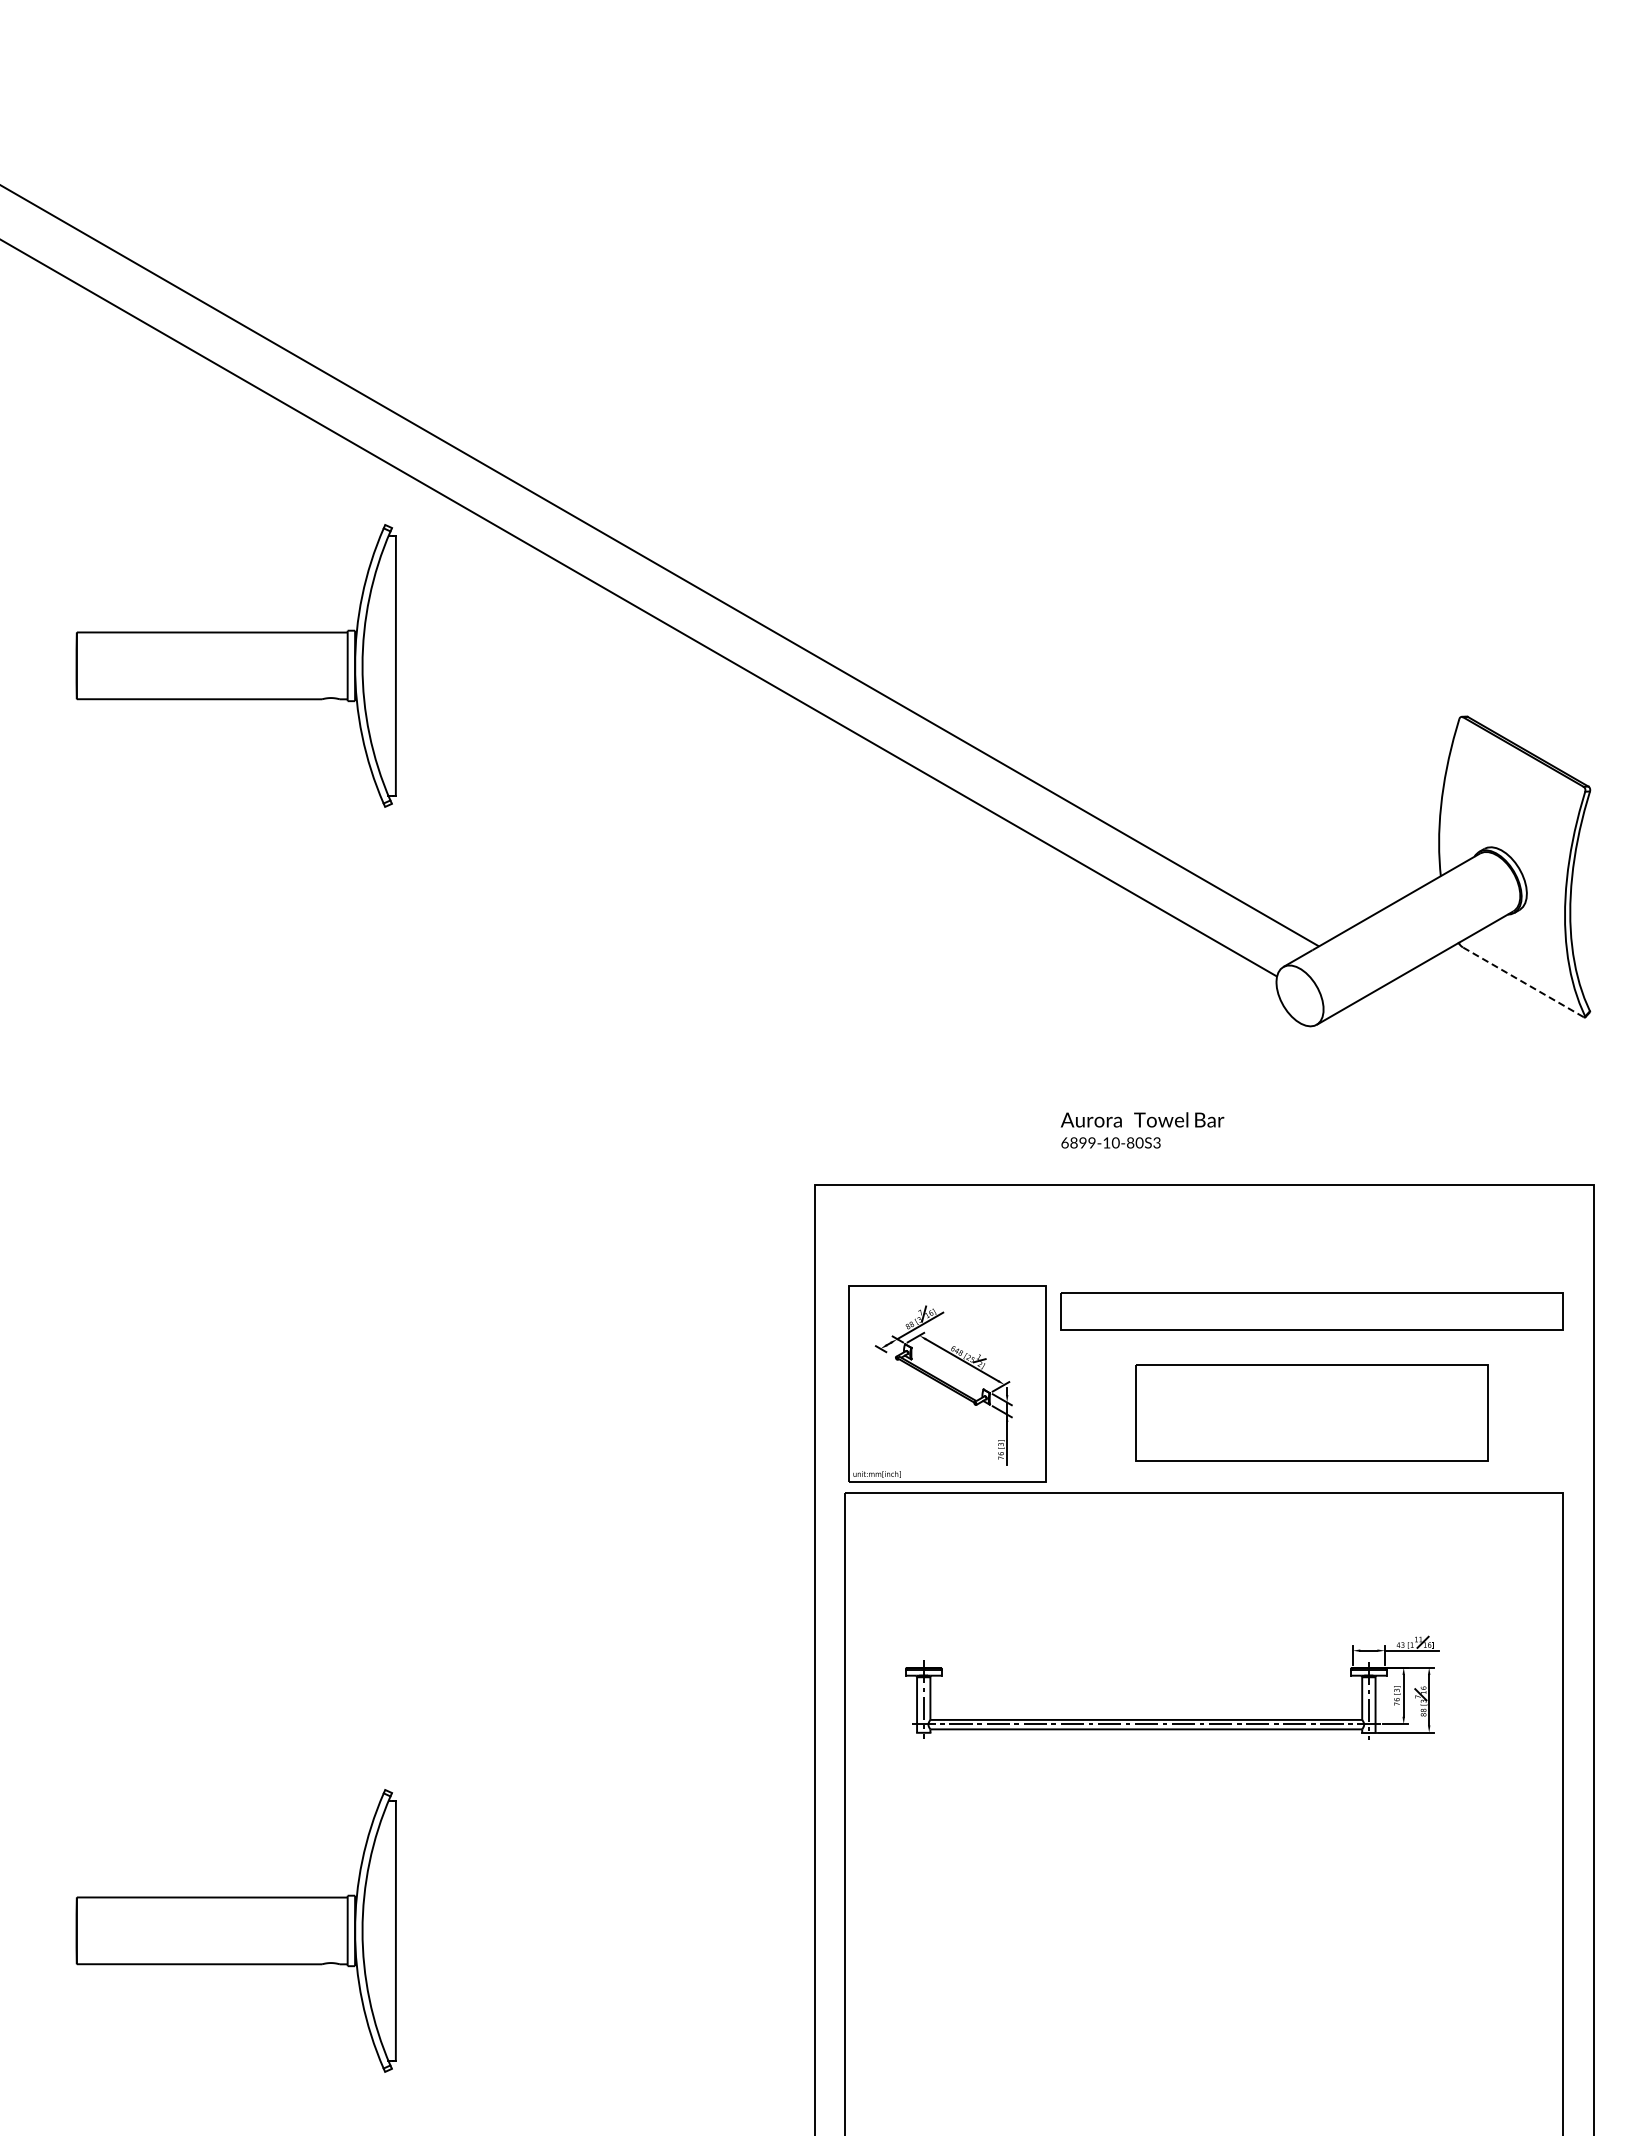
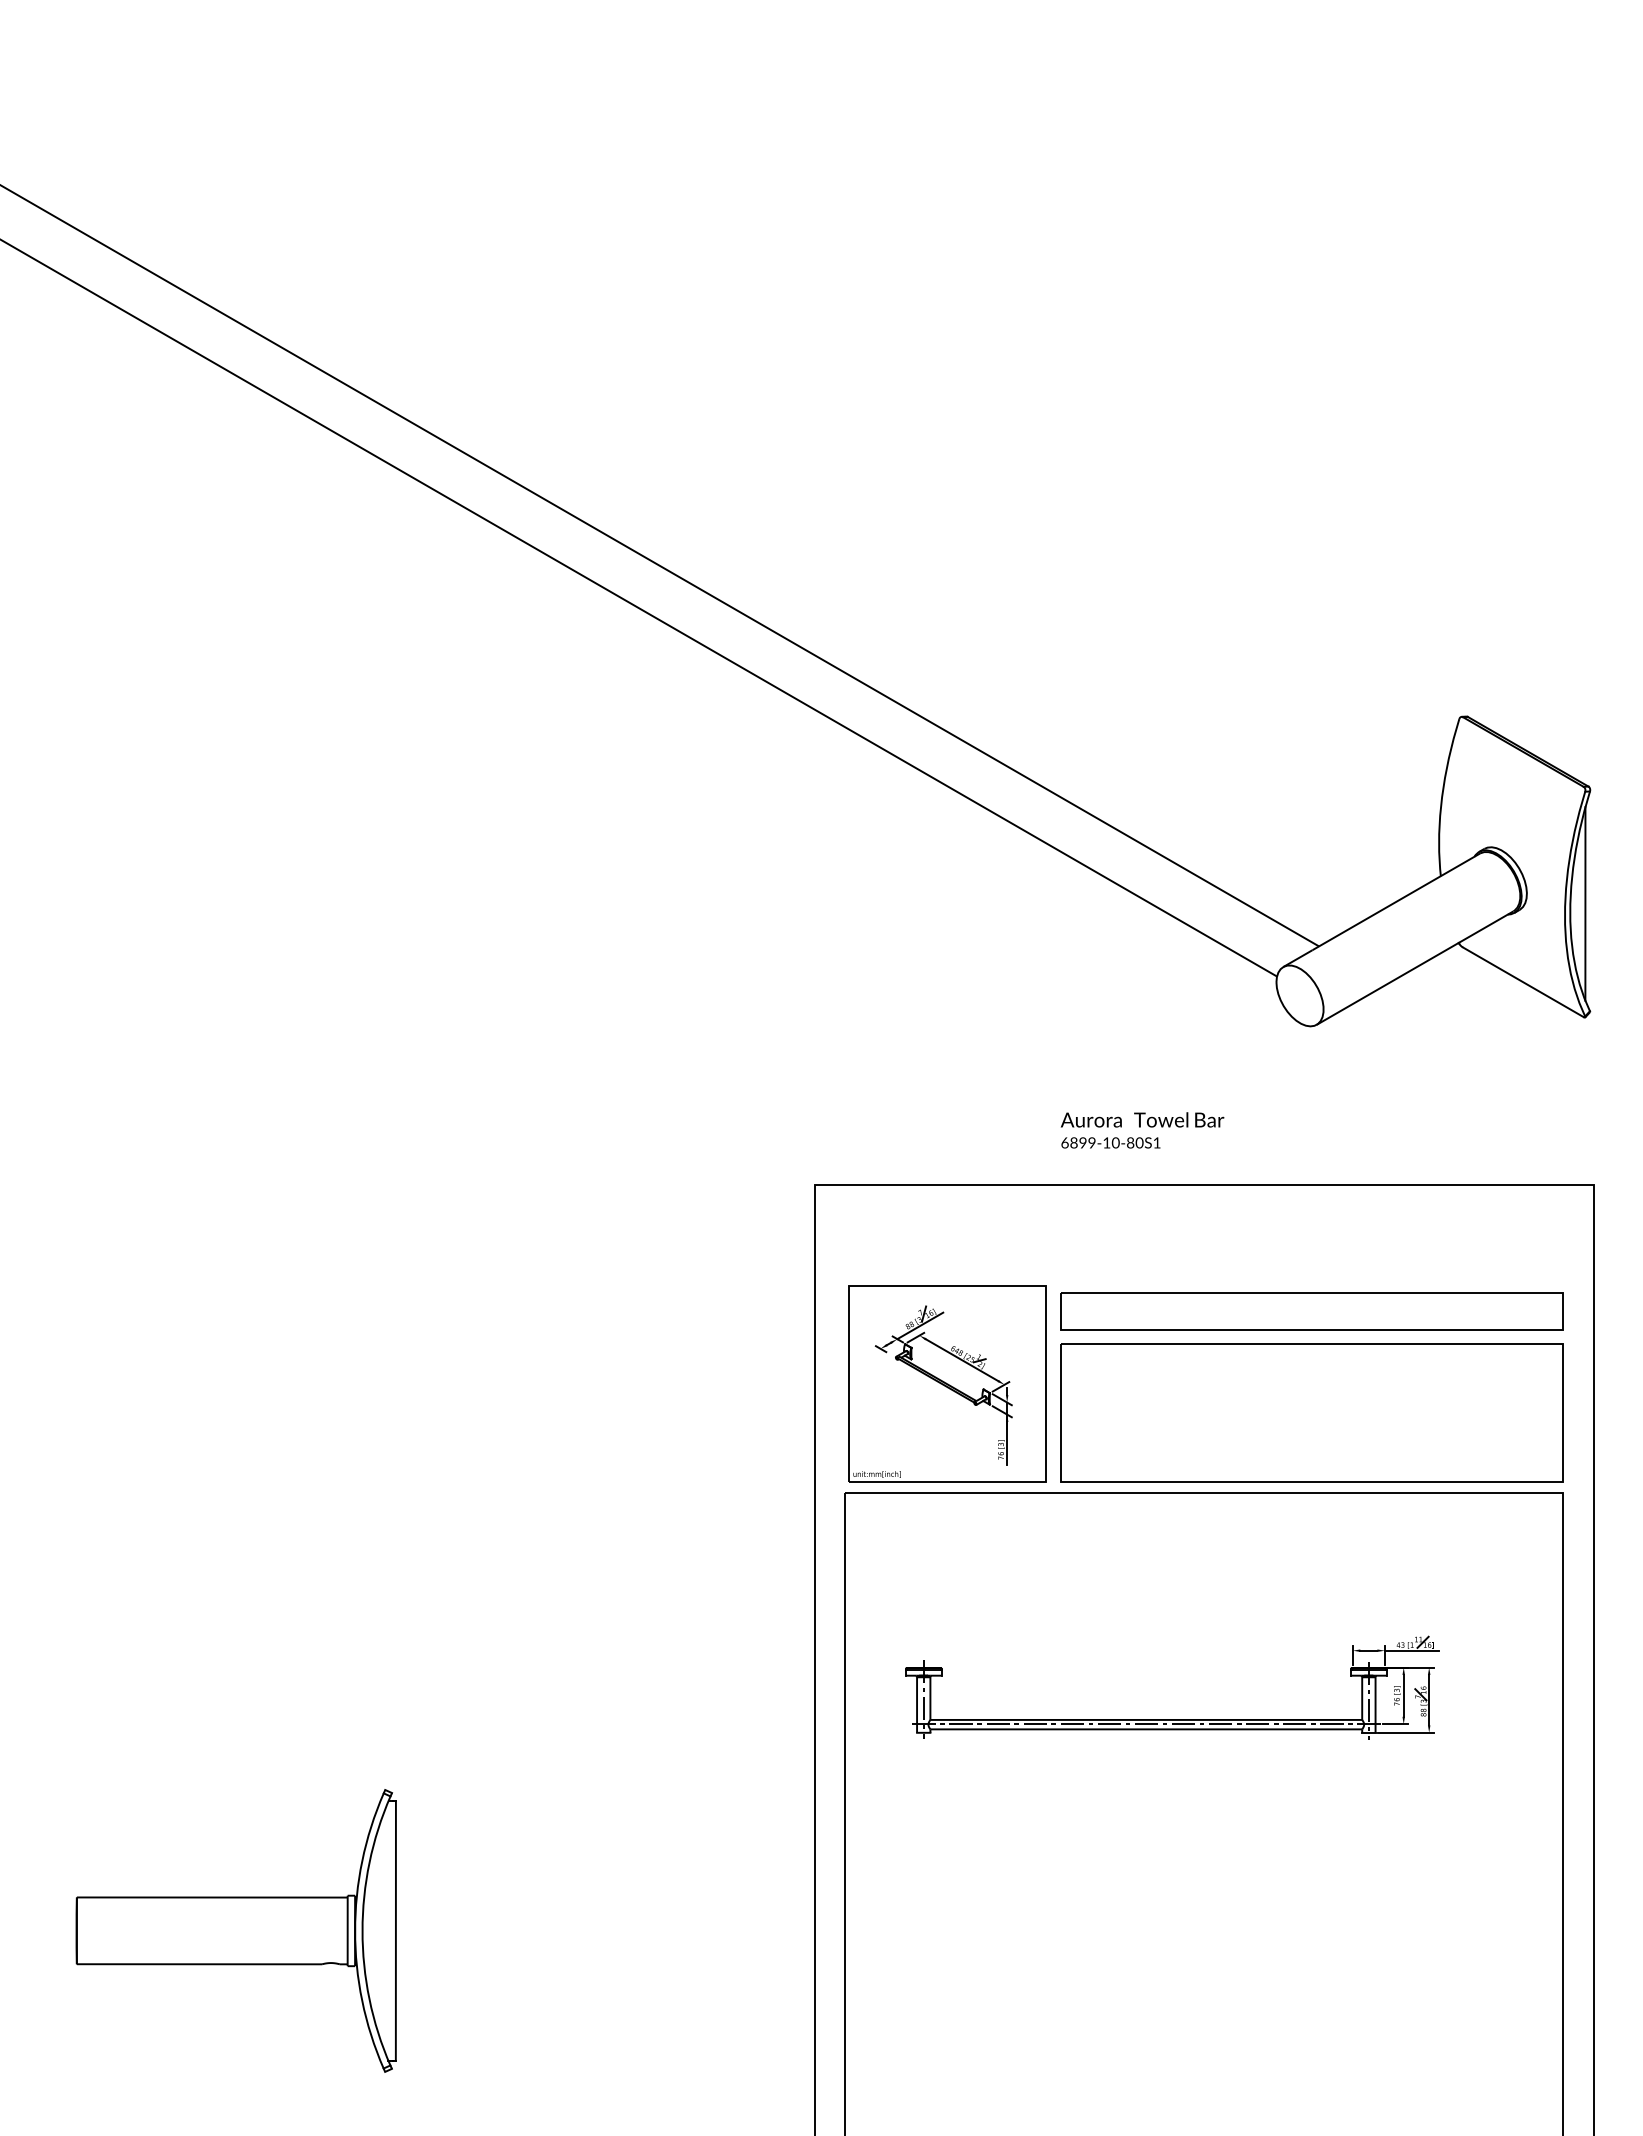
part at (235, 665): present -> none
line at (1585, 903): none -> present
line at (1523, 982): dashed -> solid
text at (1156, 1142): 6899-10-80S3 -> 6899-10-80S1
part at (1311, 1412) size: 354x98 px -> 504x140 px
